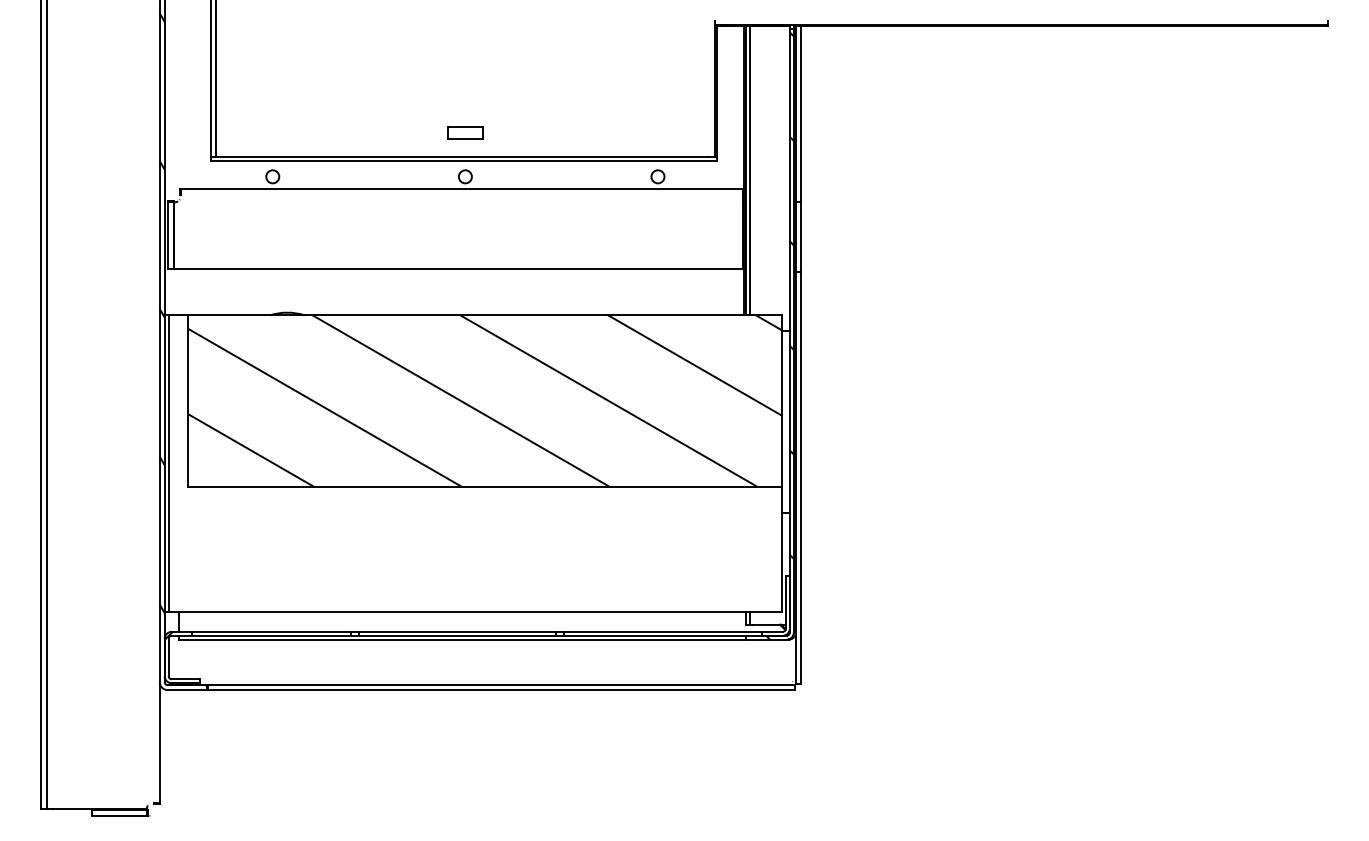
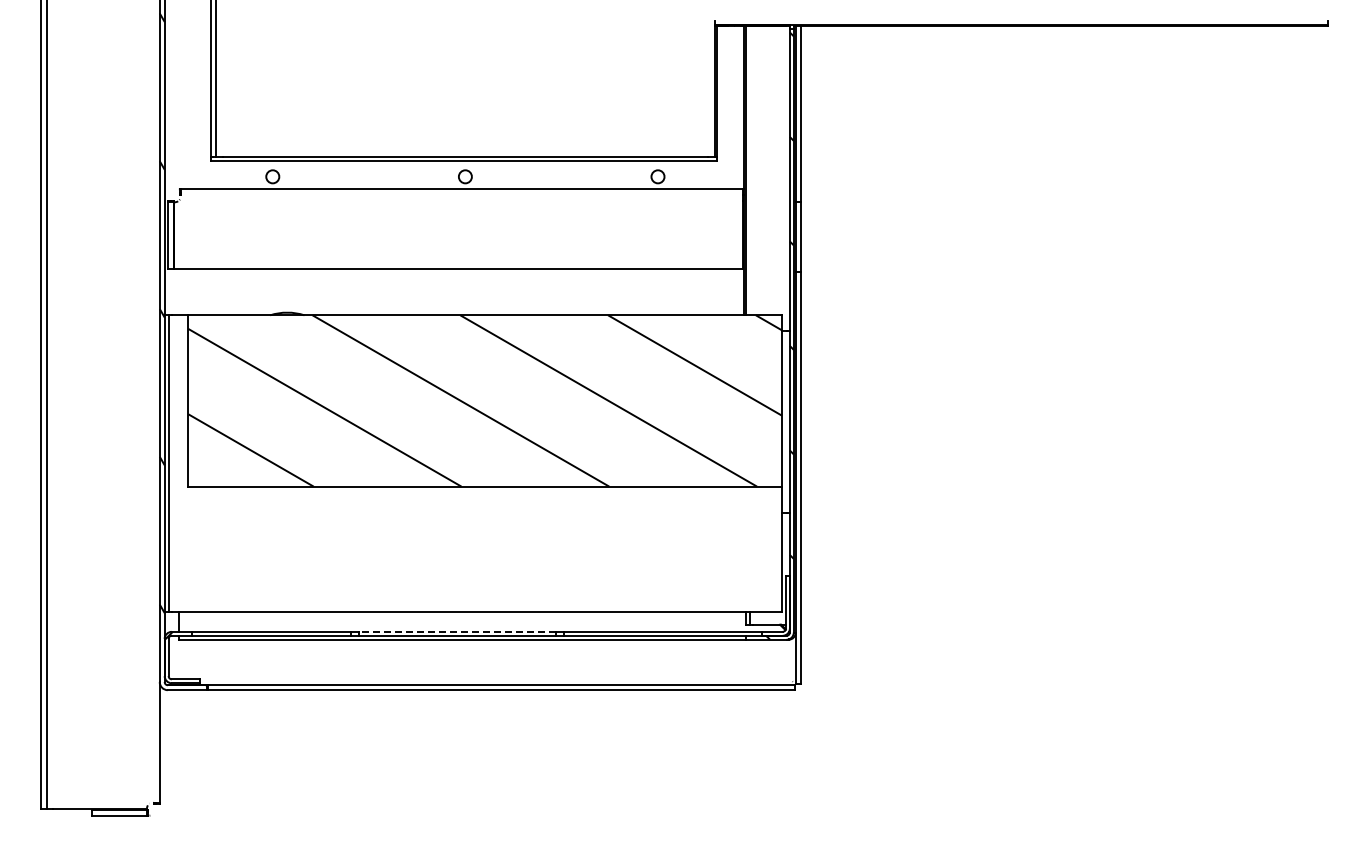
part at (465, 132): present -> none
line at (750, 170): present -> none
line at (457, 631): solid -> dashed
